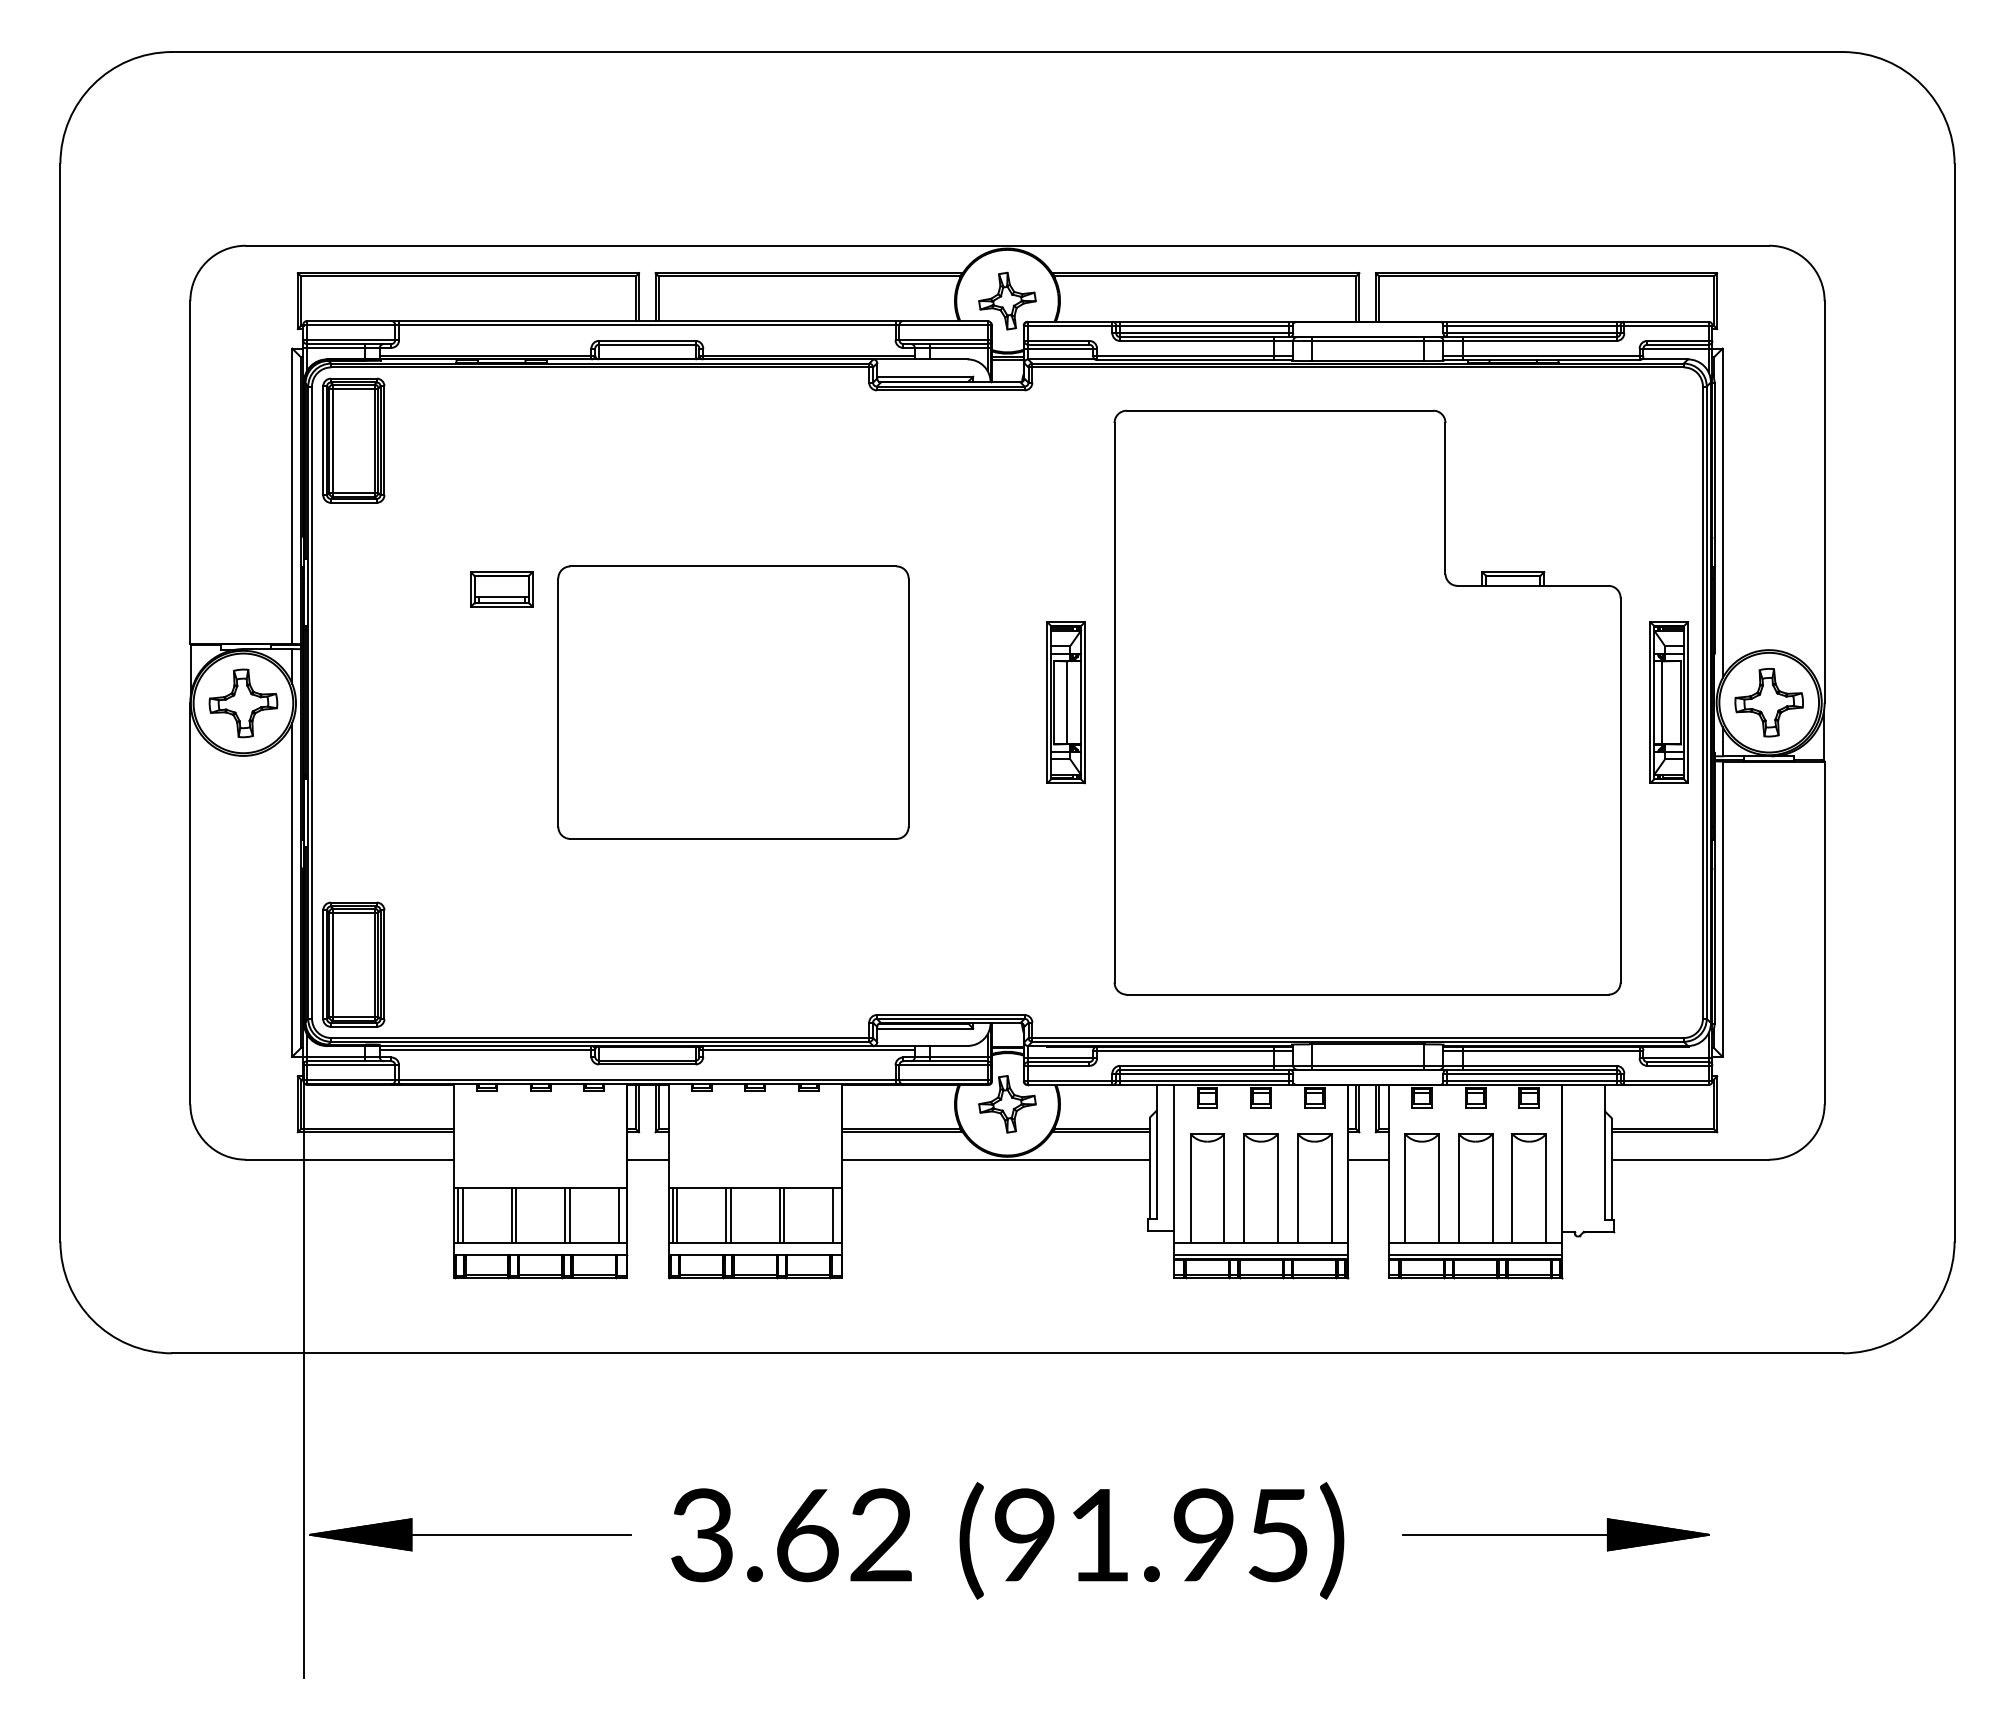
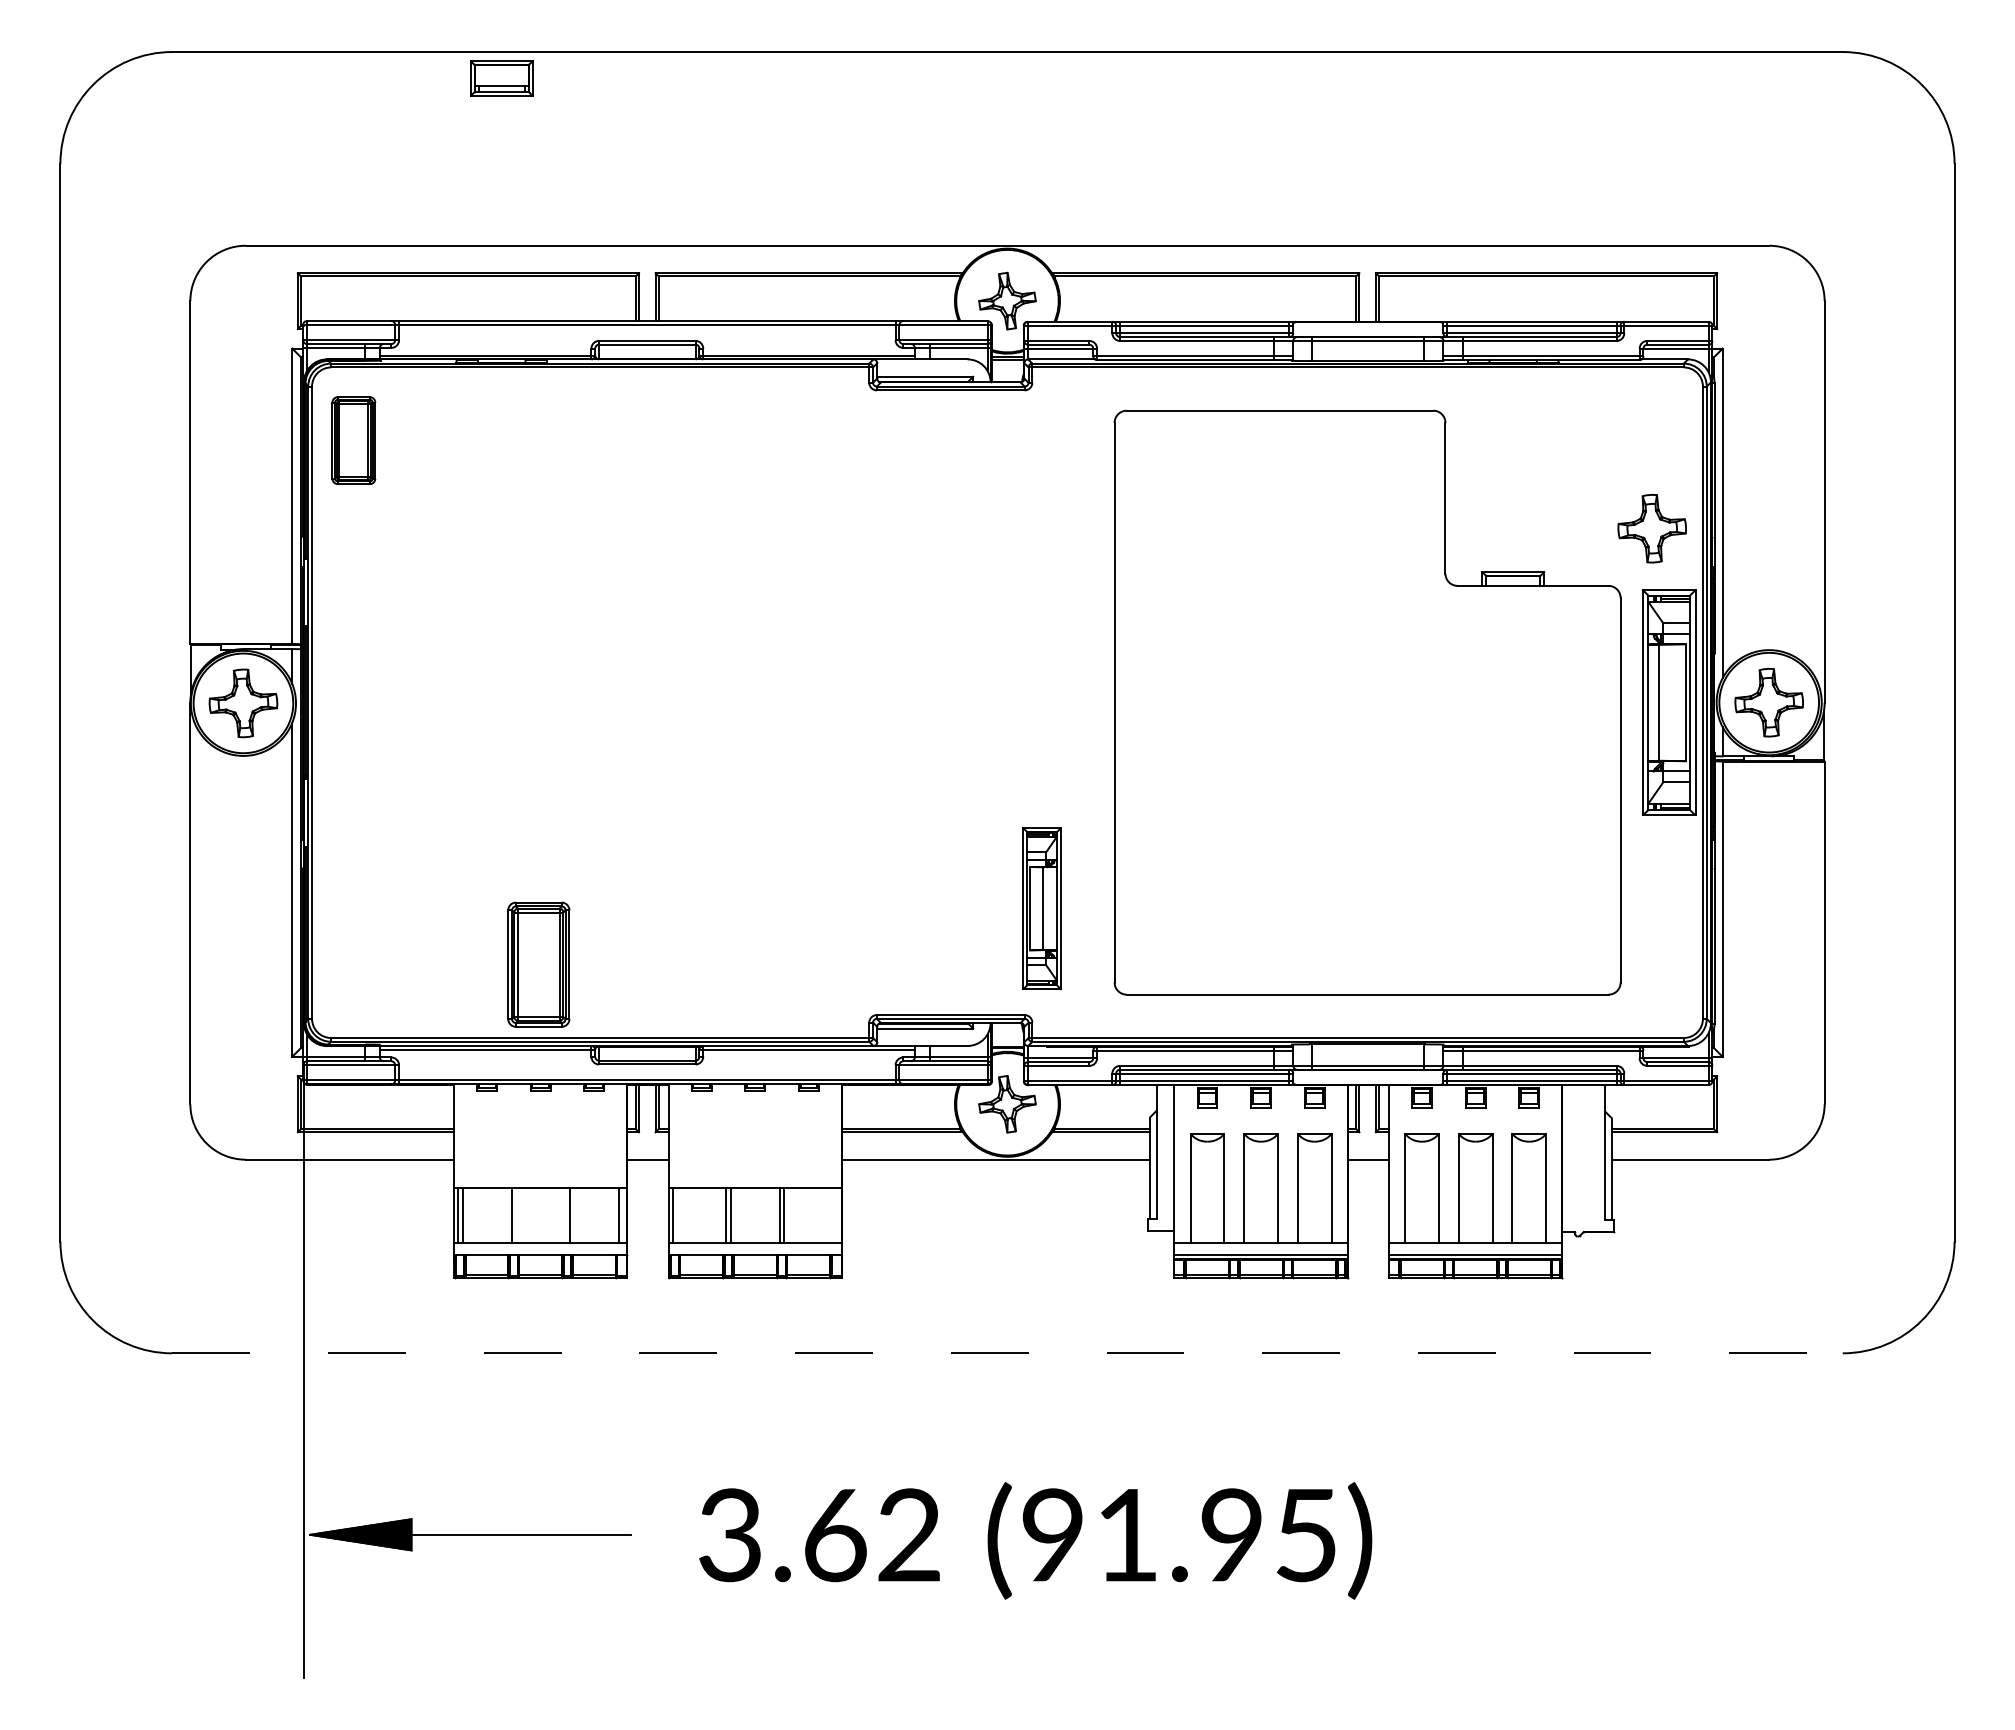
part at (353, 440) size: 64x127 px -> 46x89 px
part at (1651, 528): none -> present
part at (501, 589) position: (501, 589) -> (501, 78)
part at (733, 702): present -> none
part at (1065, 702) position: (1065, 702) -> (1041, 908)
part at (1668, 702) size: 40x163 px -> 56x227 px
part at (353, 964) position: (353, 964) -> (538, 964)
line at (516, 1214): present -> none
line at (565, 1214): present -> none
line at (677, 1214): present -> none
line at (833, 1214): present -> none
line at (1008, 1353): solid -> dashed
part at (1555, 1534): present -> none
text at (1007, 1540) position: (1007, 1540) -> (1035, 1540)
